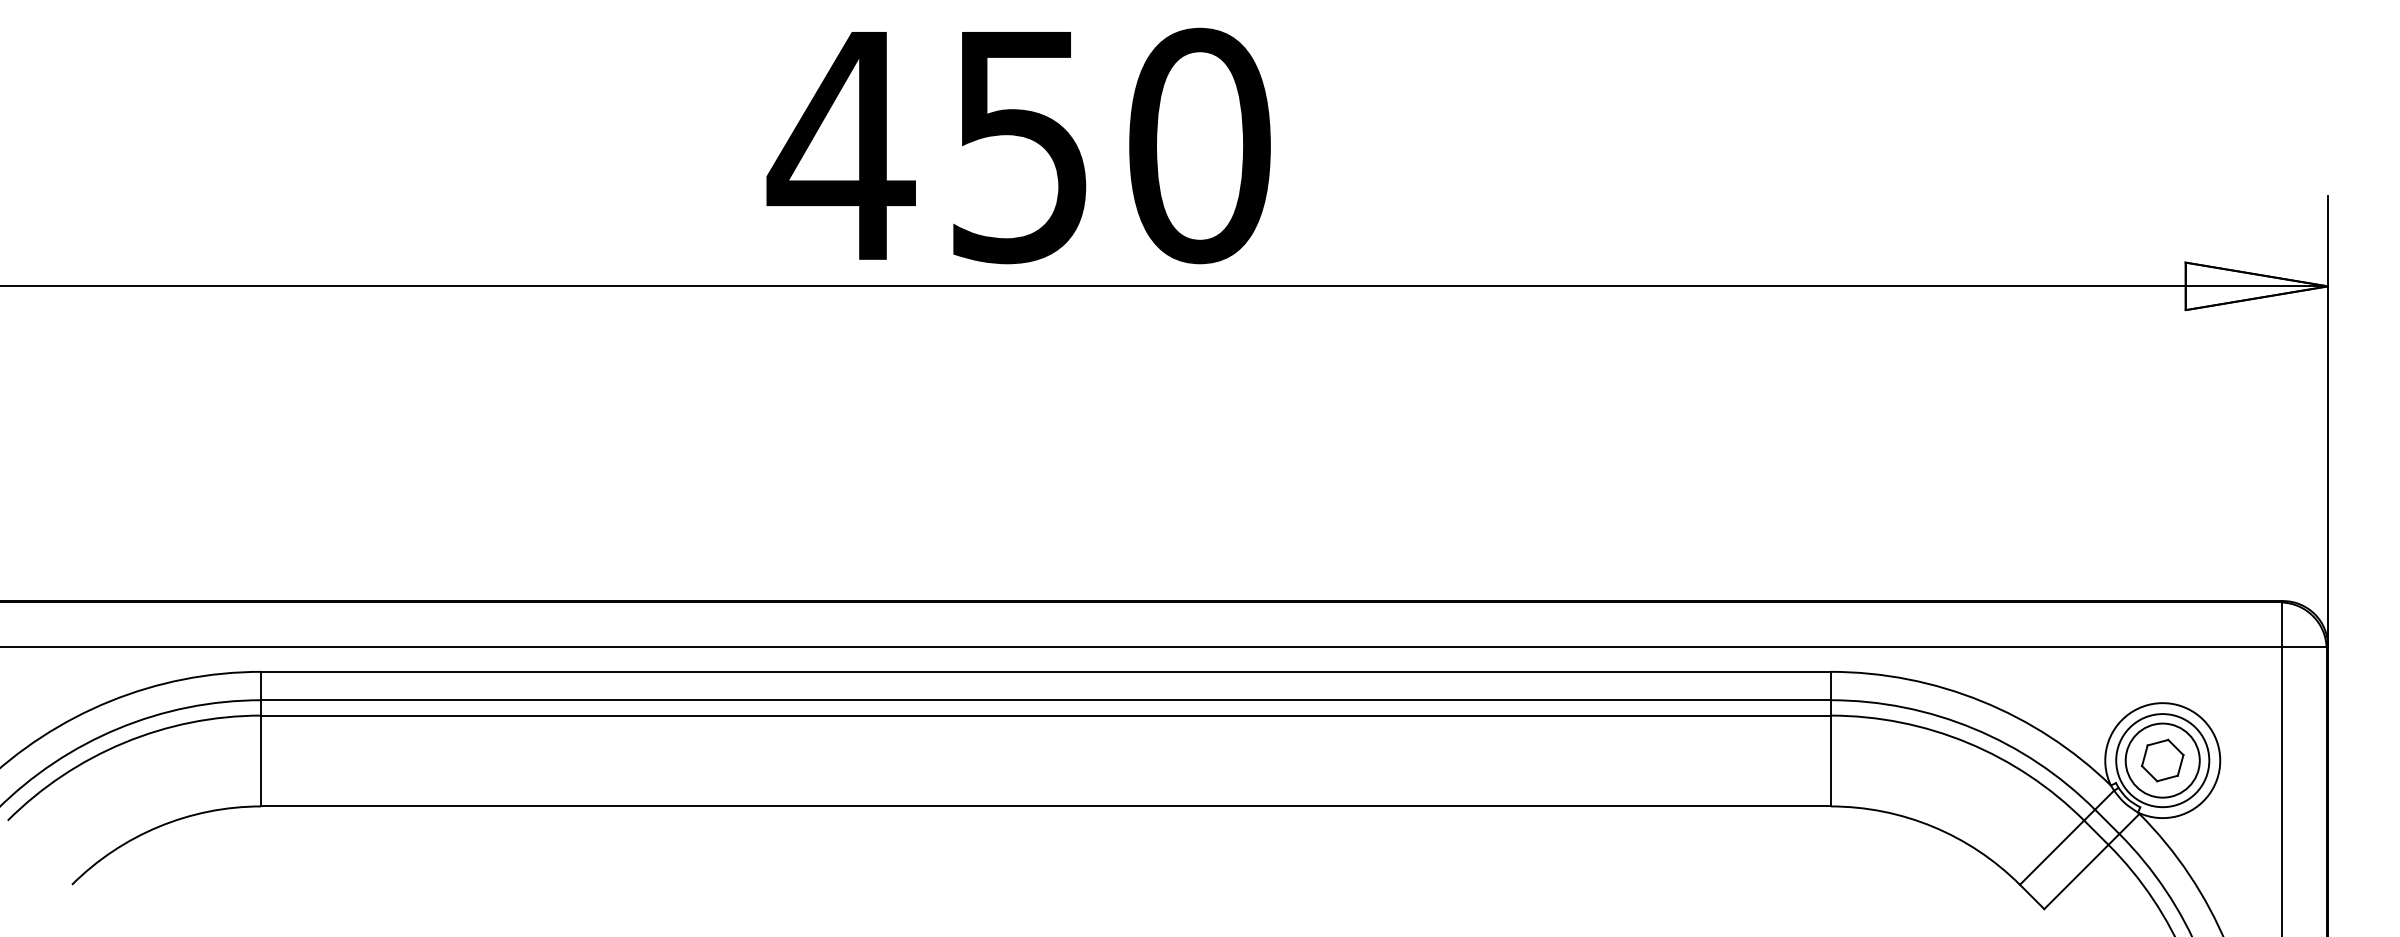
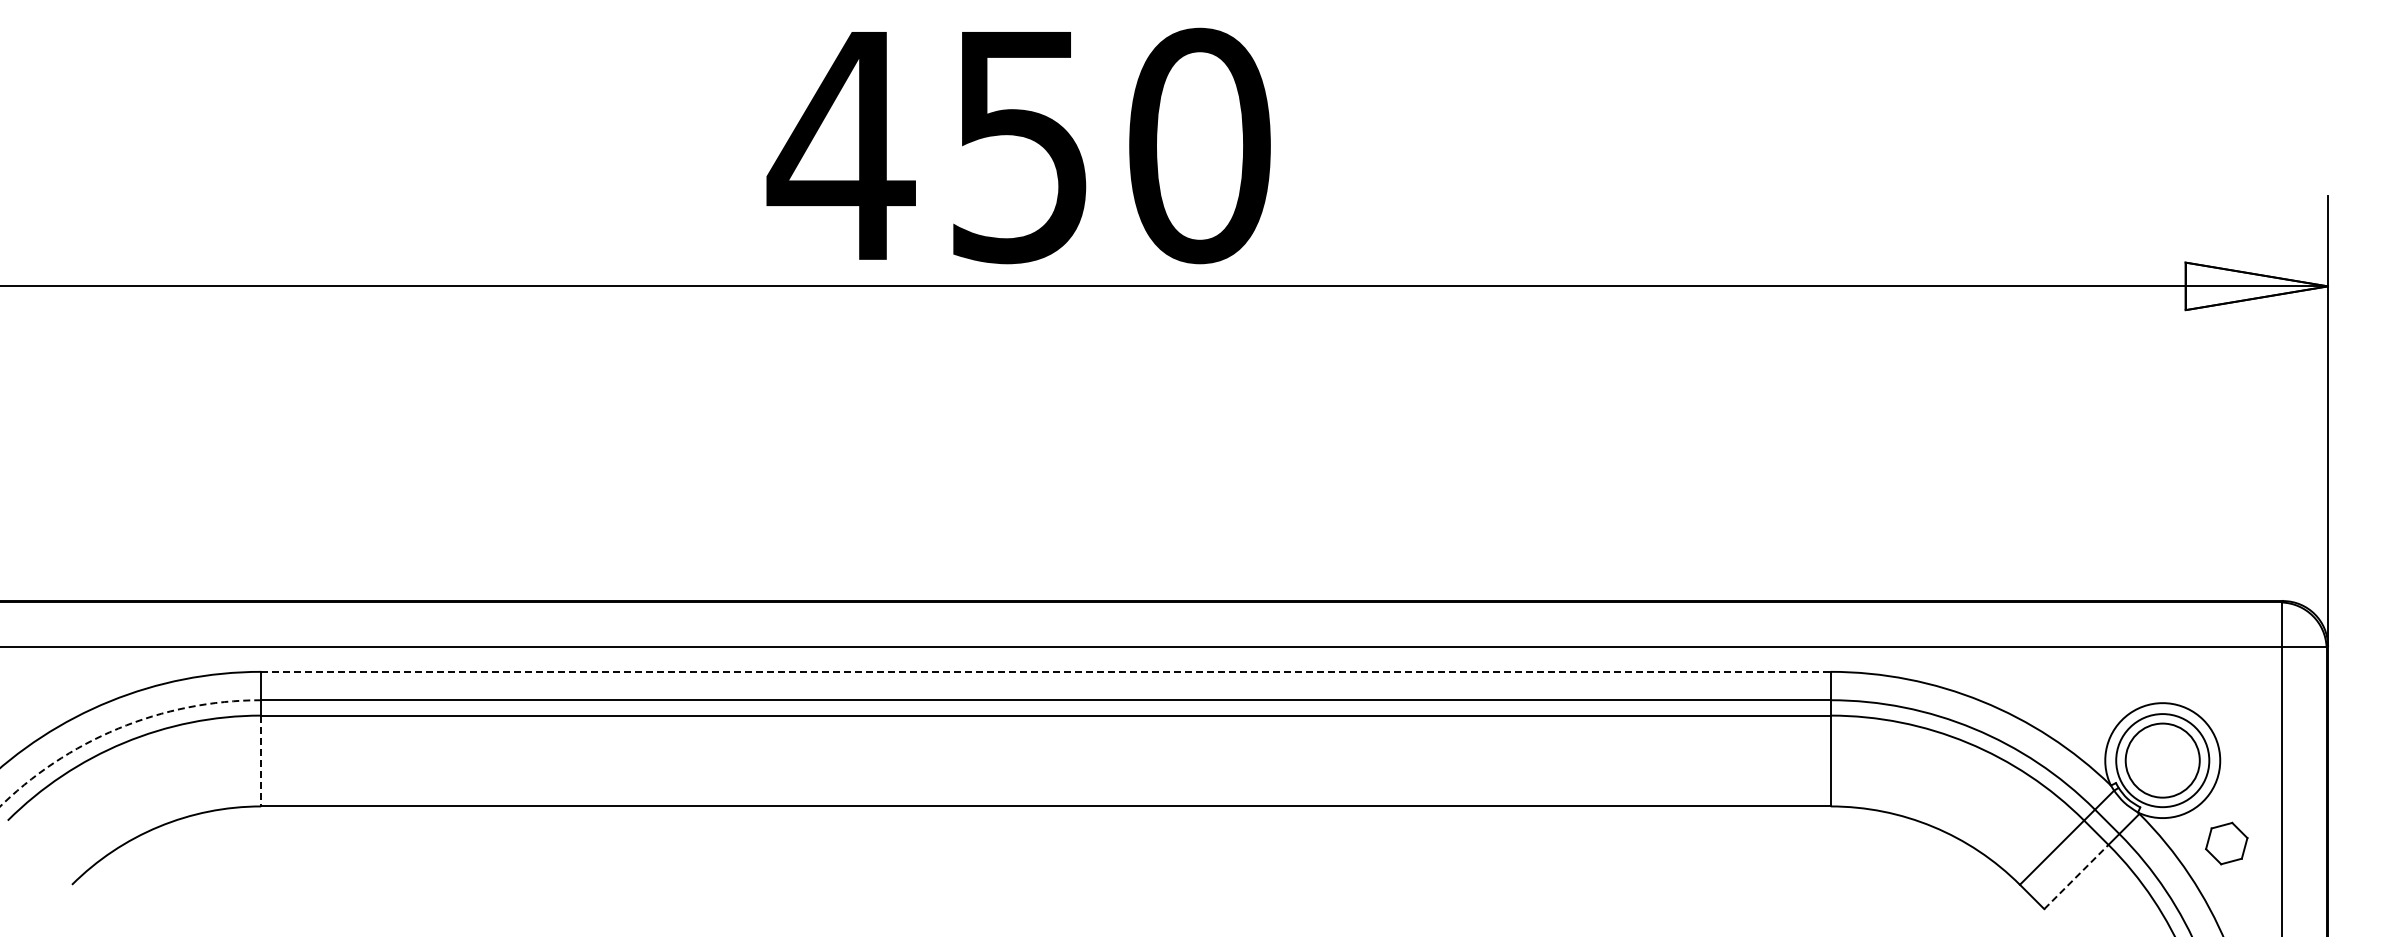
line at (1045, 671): solid -> dashed
arc at (119, 727): solid -> dashed
part at (2162, 760) position: (2162, 760) -> (2226, 843)
line at (261, 761): solid -> dashed
line at (2076, 876): solid -> dashed
